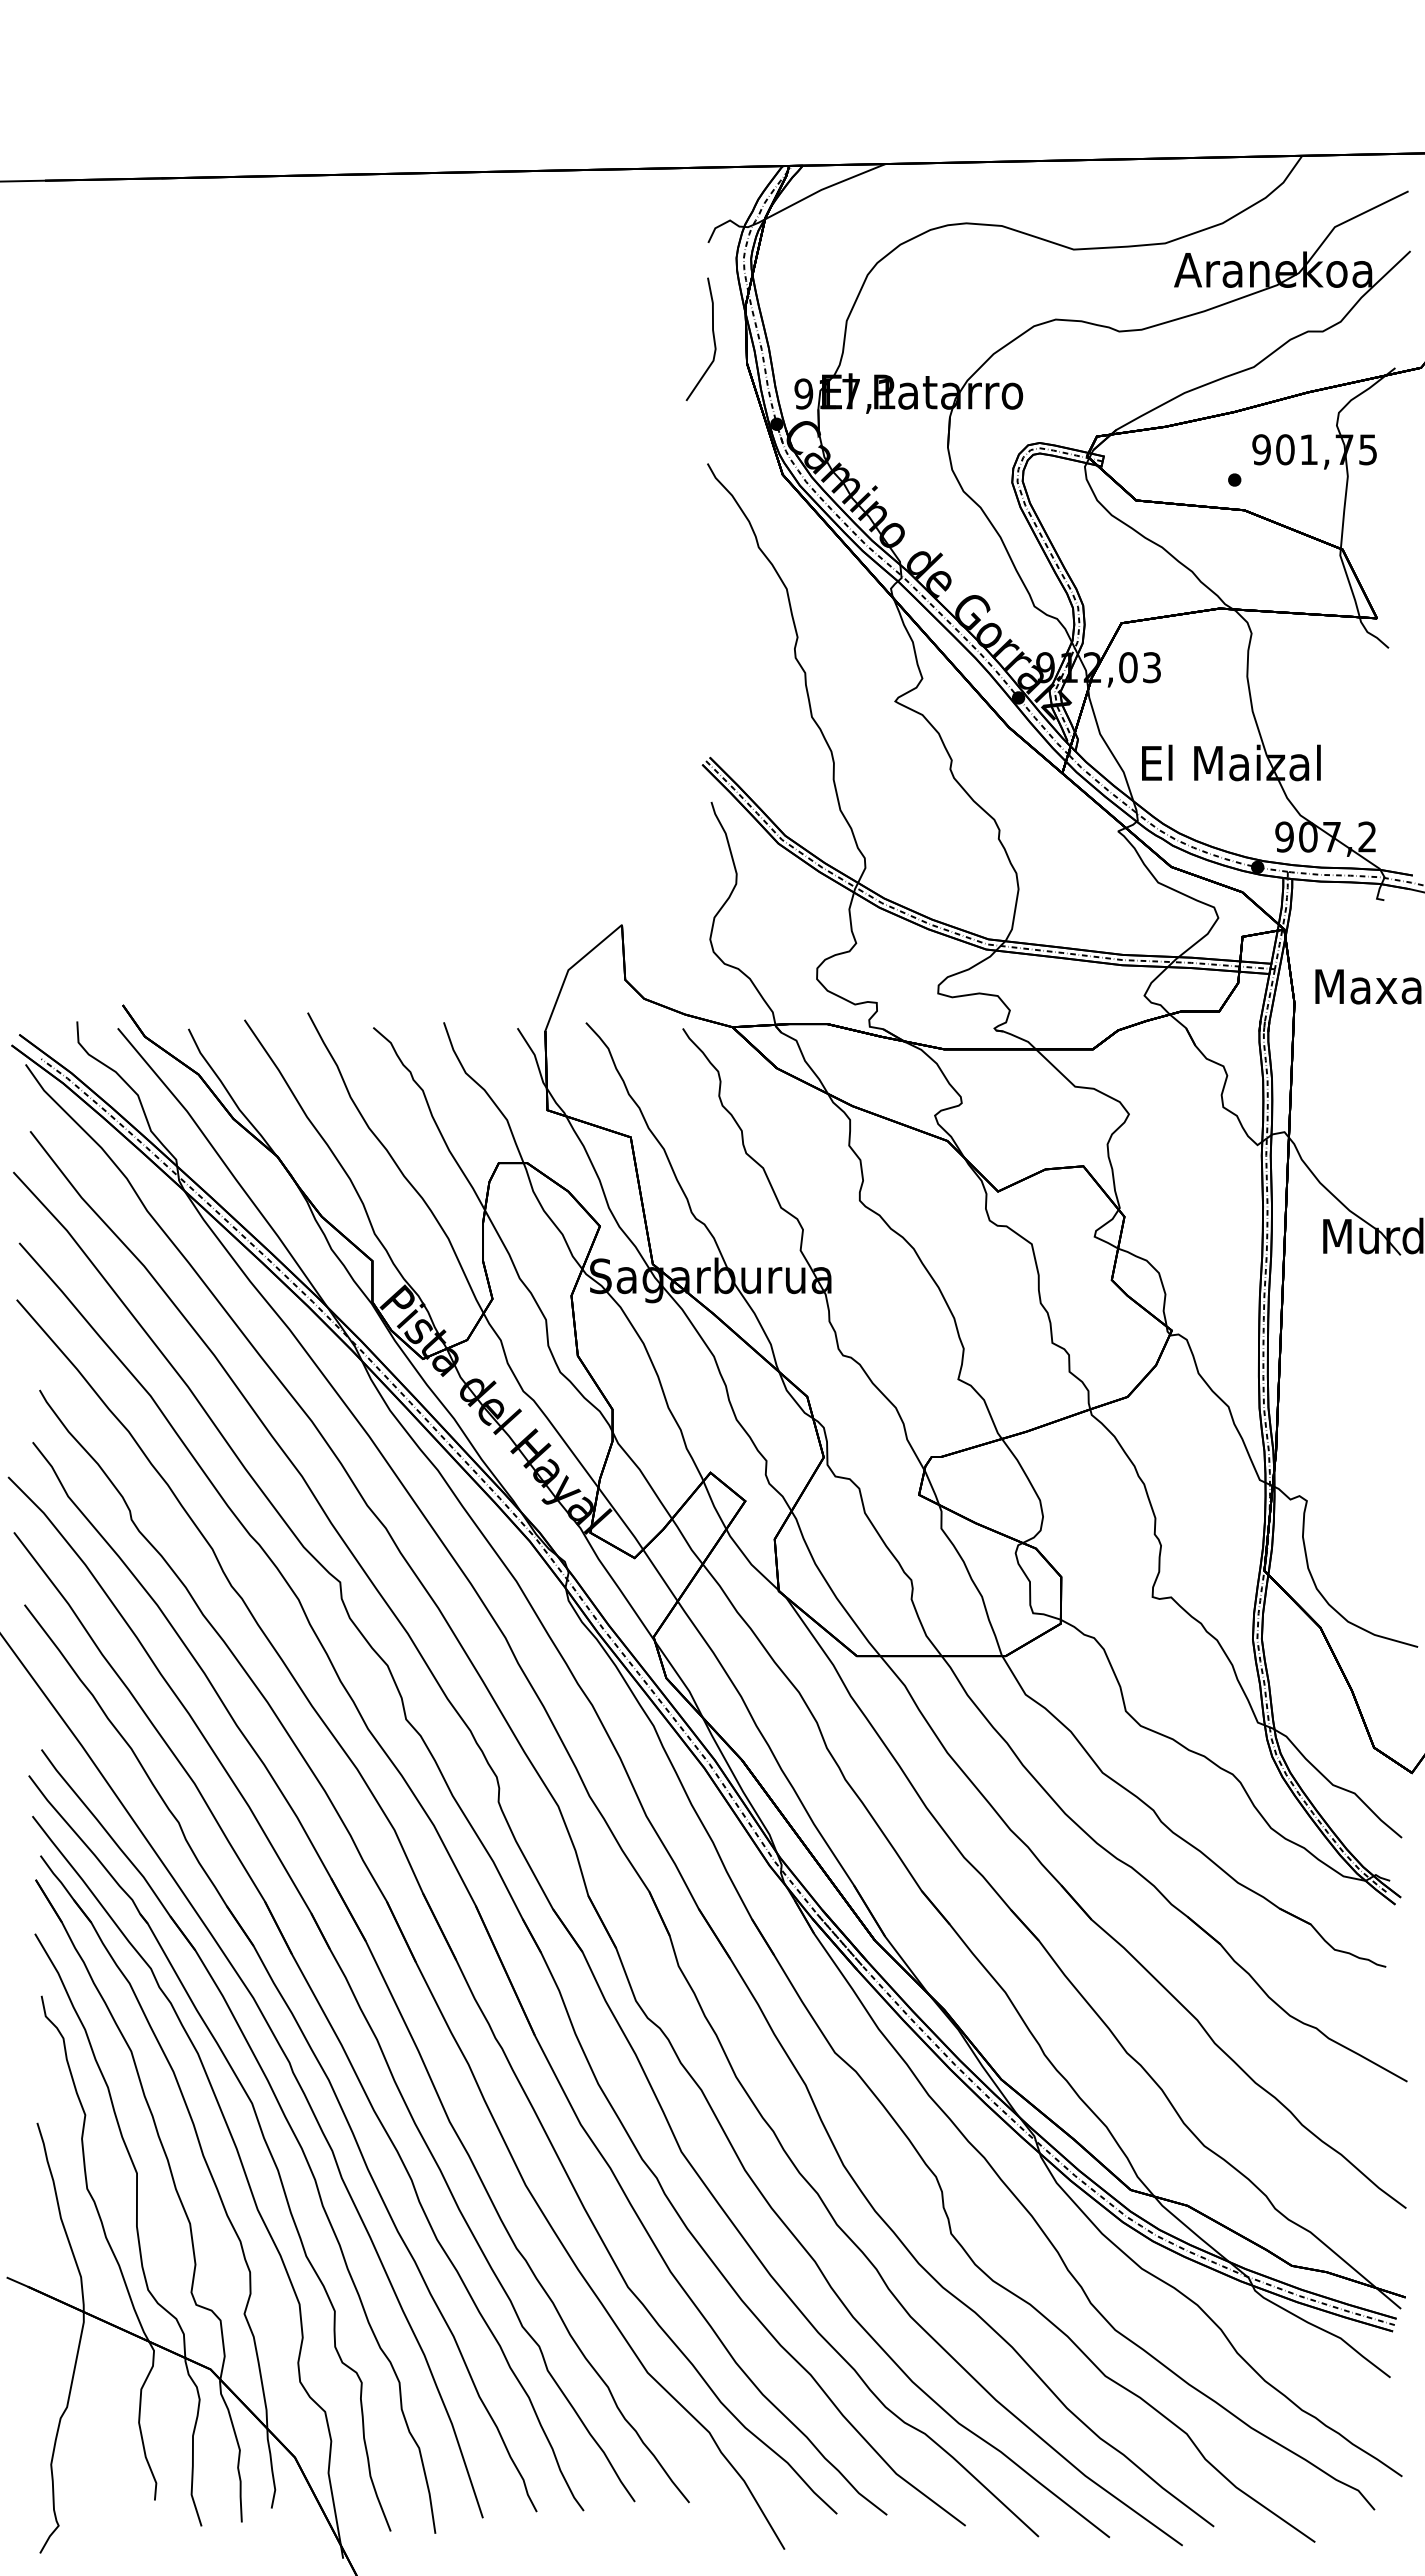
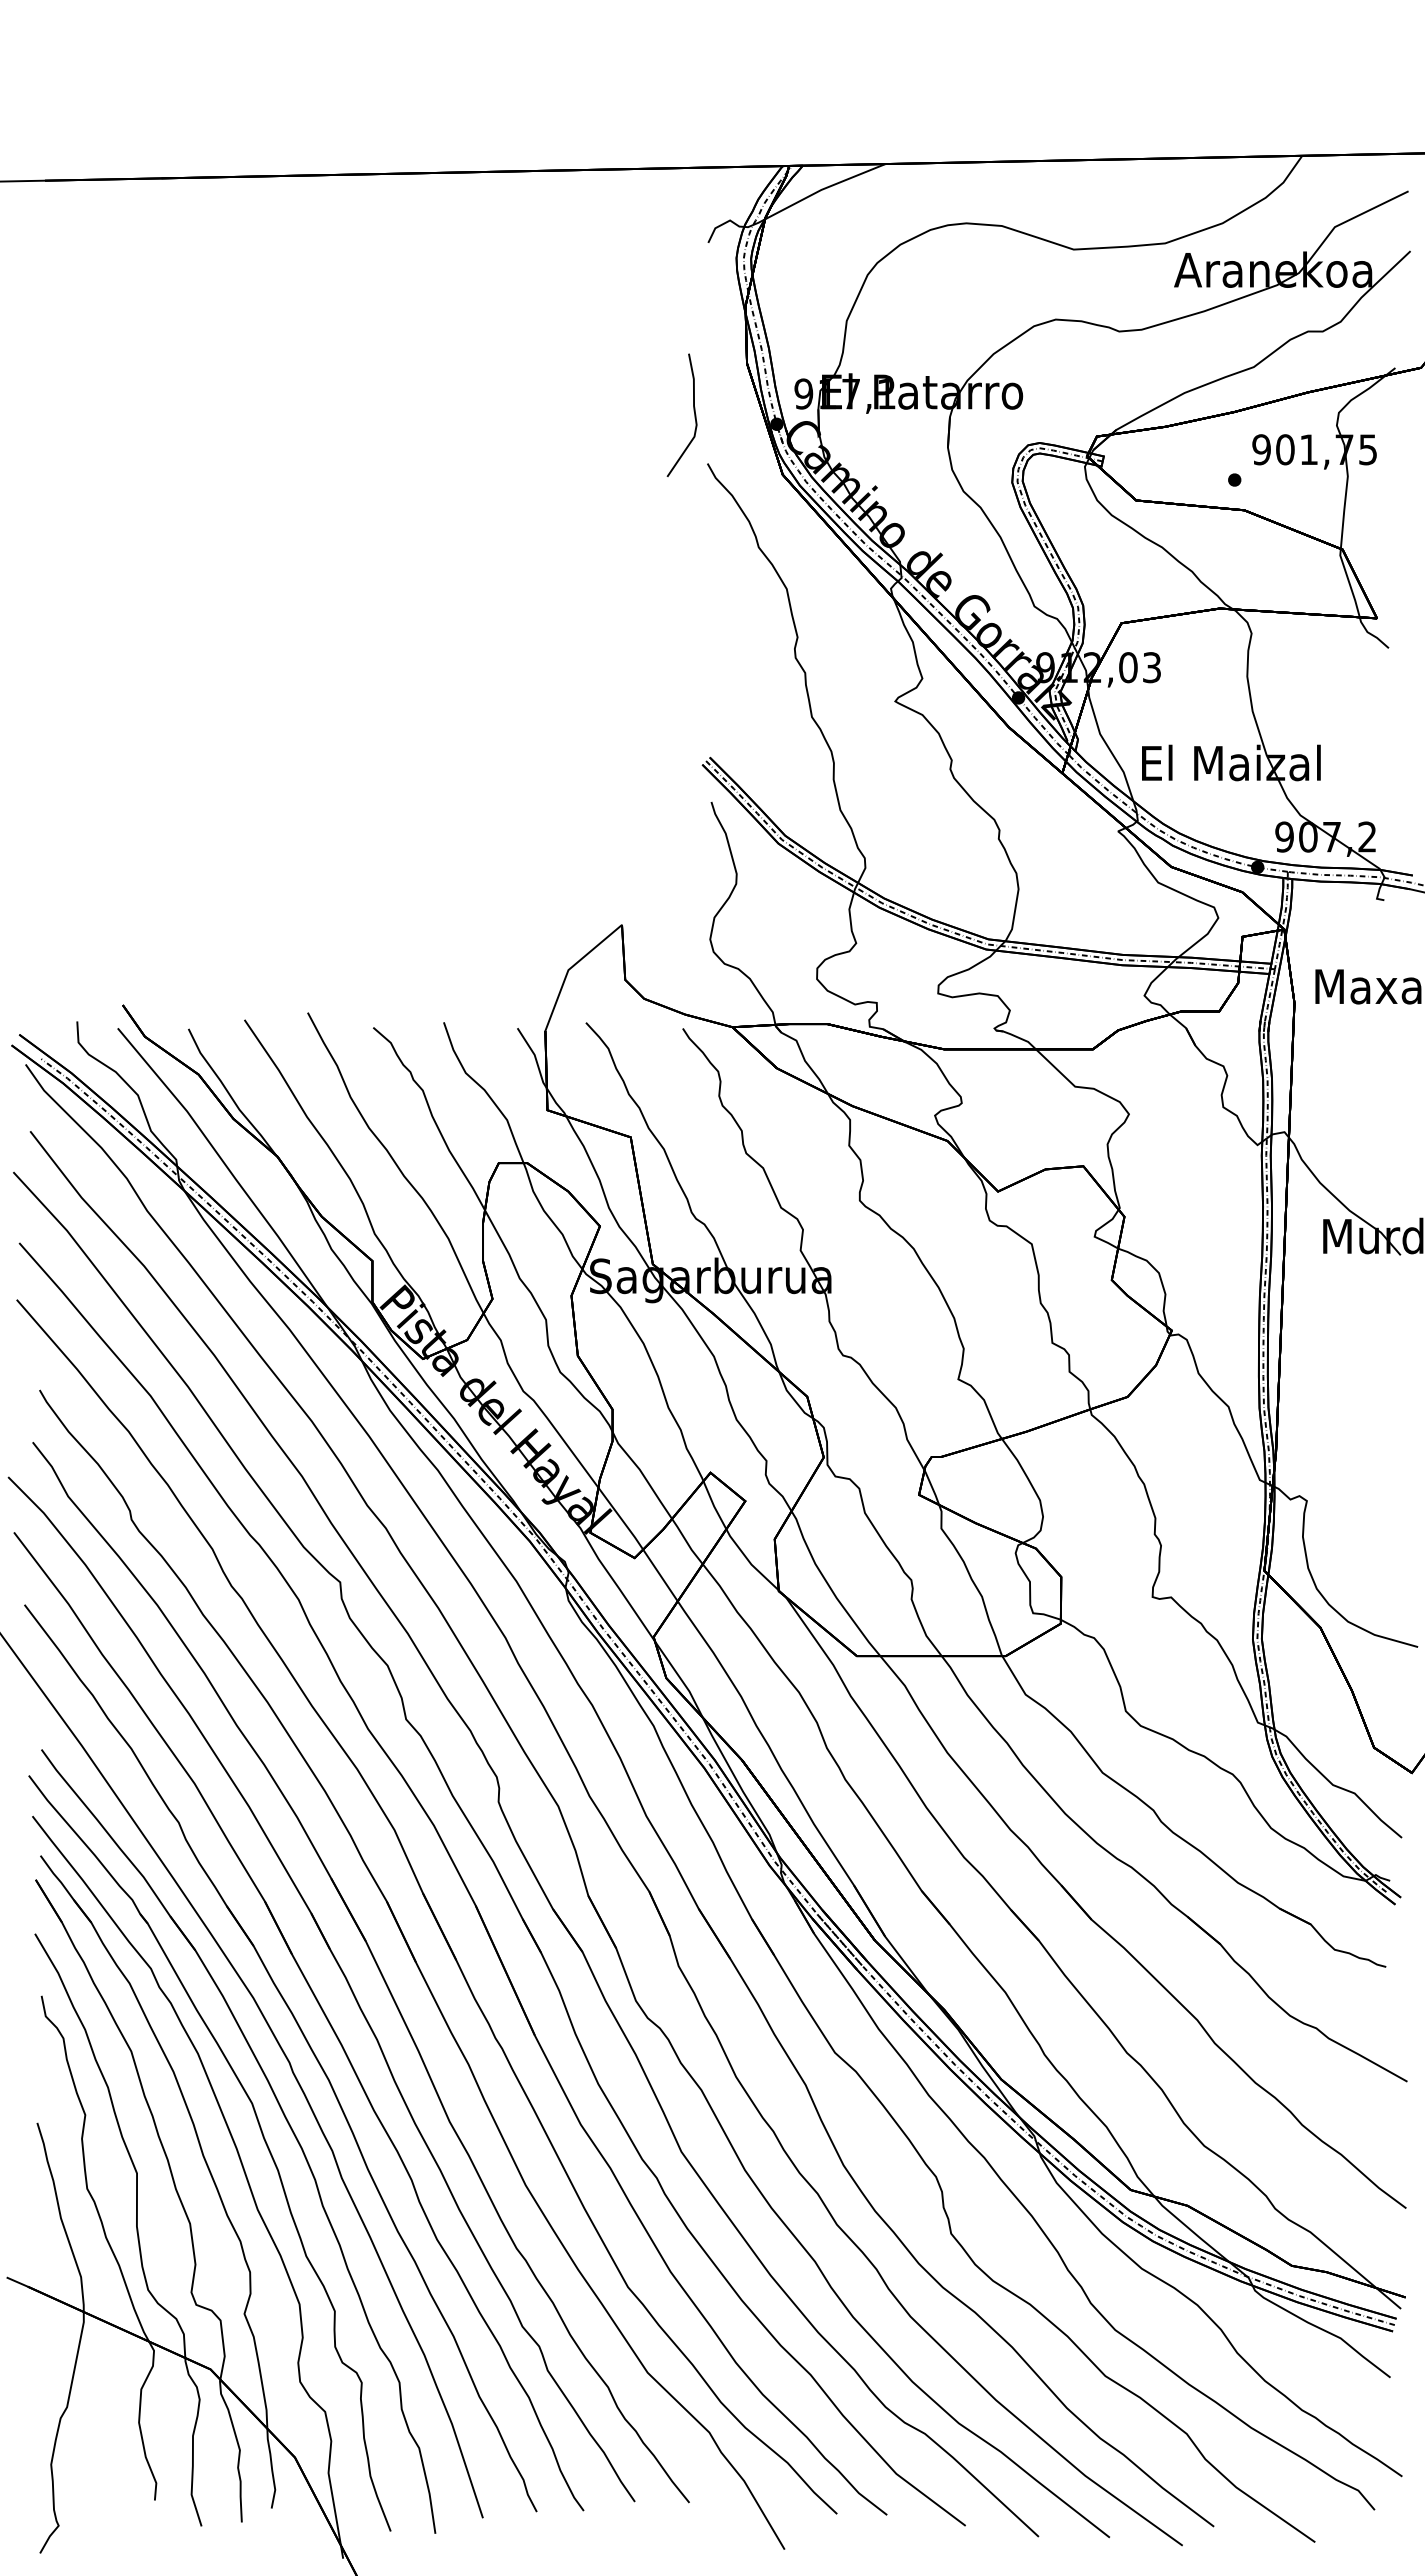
curve at (712, 335) position: (712, 335) -> (693, 411)
